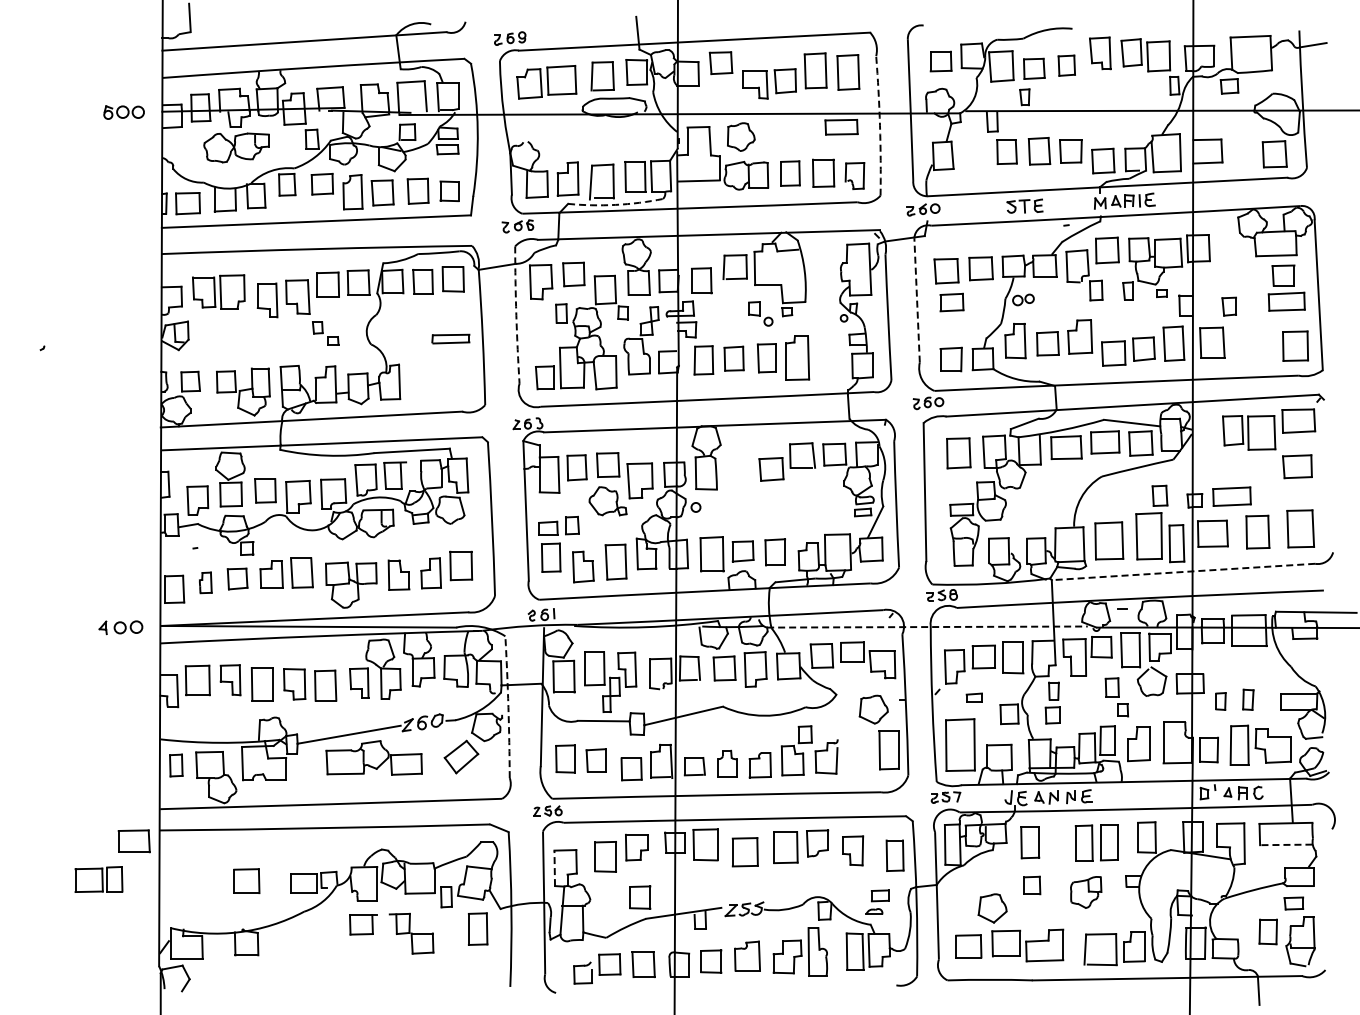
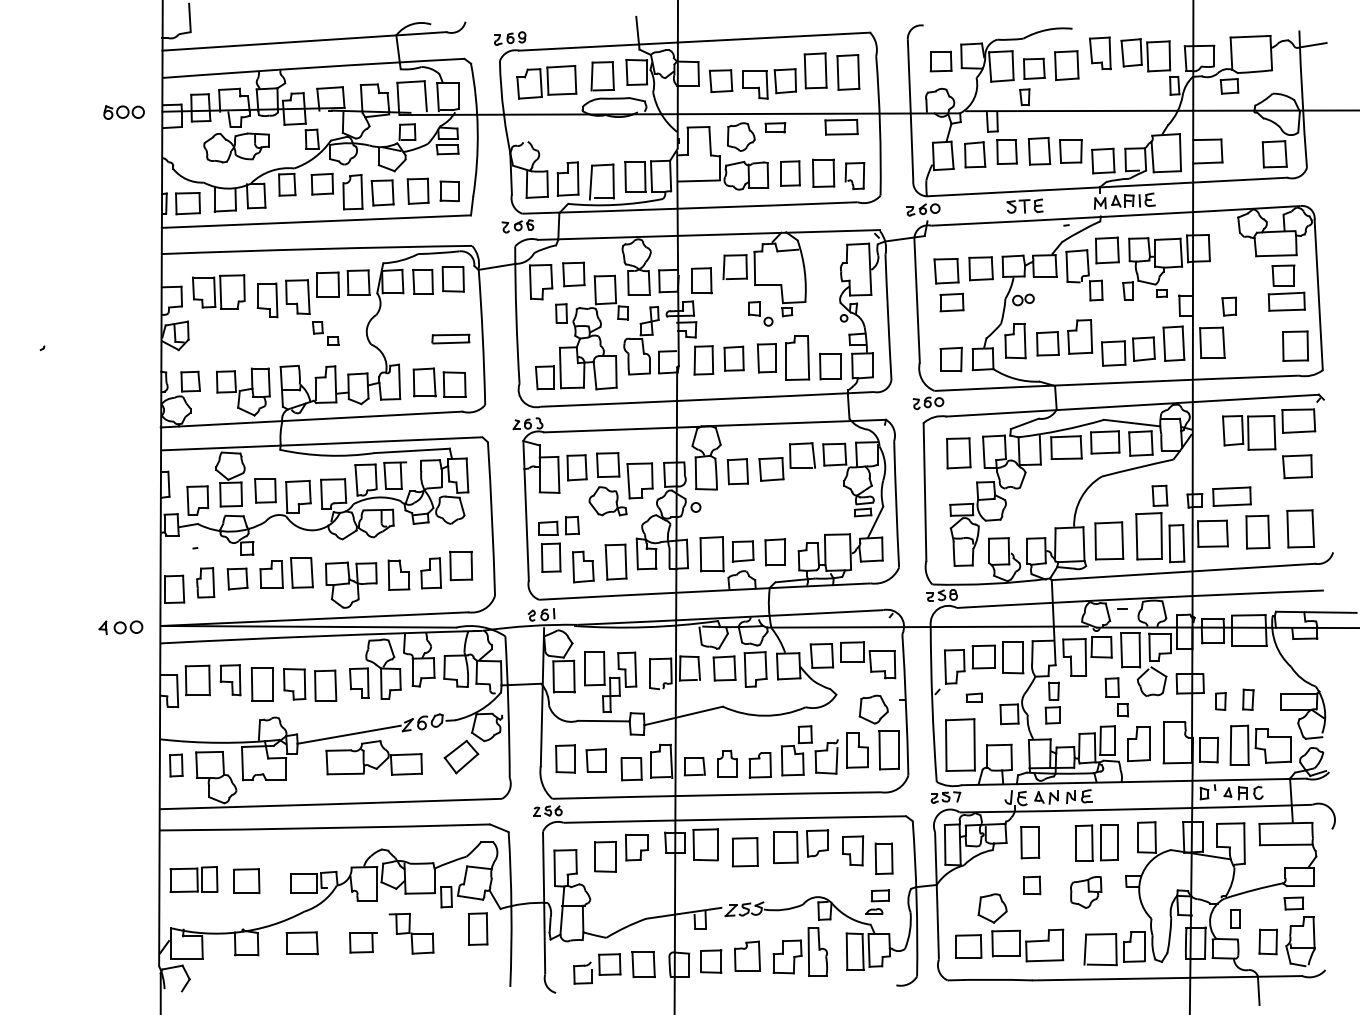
part at (720, 63) position: (720, 63) -> (720, 81)
part at (1066, 65) size: 19x23 px -> 26x32 px
arc at (880, 125): dashed -> solid
part at (775, 127): none -> present
part at (975, 154): none -> present
arc at (615, 204): dashed -> solid
line at (917, 299): dashed -> solid
arc at (516, 315): dashed -> solid
part at (830, 366): none -> present
part at (439, 382): none -> present
part at (737, 471): none -> present
line at (1183, 571): dashed -> solid
part at (205, 582) size: 14x24 px -> 20x32 px
line at (927, 627): dashed -> solid
arc at (508, 707): dashed -> solid
part at (857, 750): none -> present
part at (133, 841) position: (133, 841) -> (301, 943)
line at (1285, 844): dashed -> solid
part at (894, 855) position: (894, 855) -> (883, 858)
line at (554, 868): dashed -> solid
part at (98, 879) position: (98, 879) -> (193, 879)
part at (640, 897): present -> none
part at (1235, 918): none -> present
part at (363, 924) position: (363, 924) -> (363, 942)
part at (1267, 931) position: (1267, 931) -> (1267, 941)
